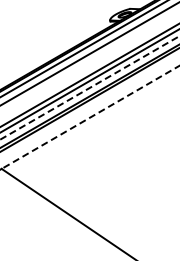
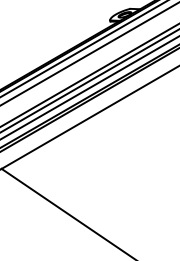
line at (90, 87): dashed -> solid
line at (90, 117): dashed -> solid
